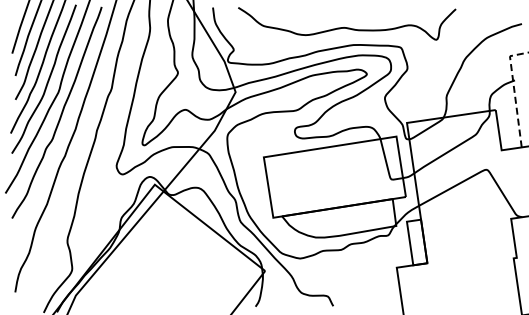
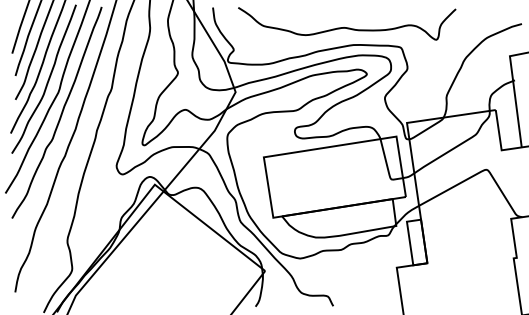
line at (514, 91): dashed -> solid
